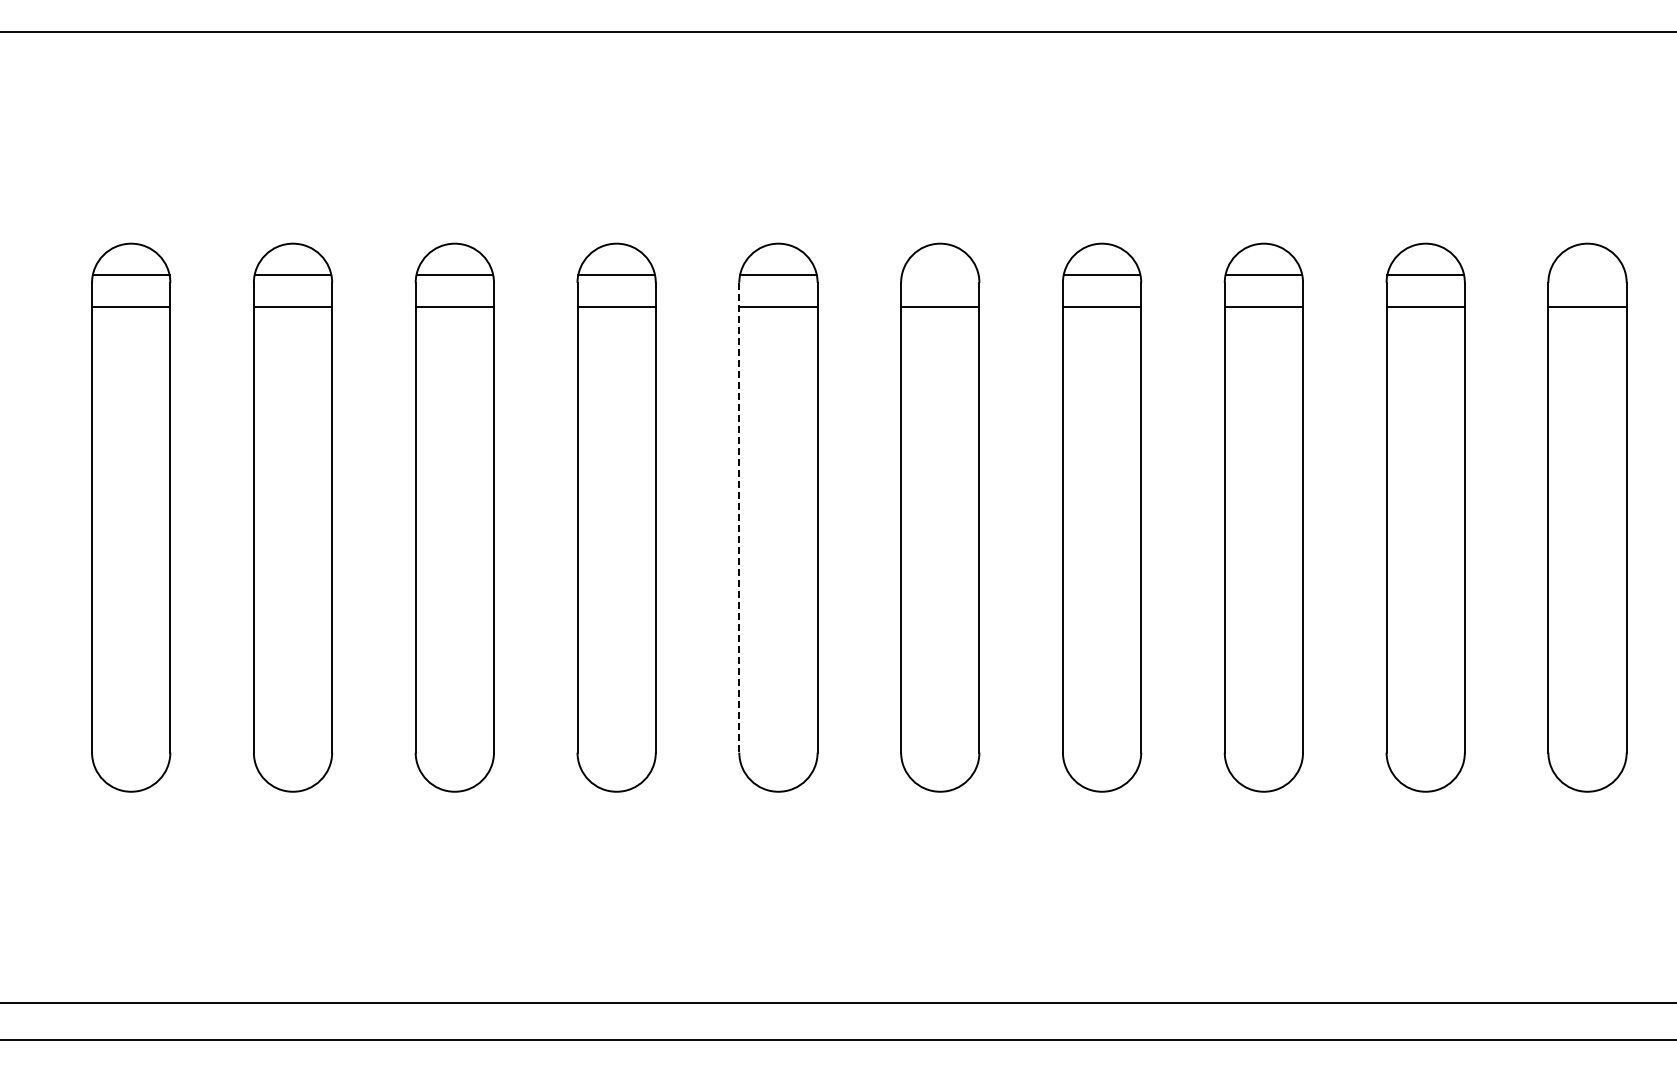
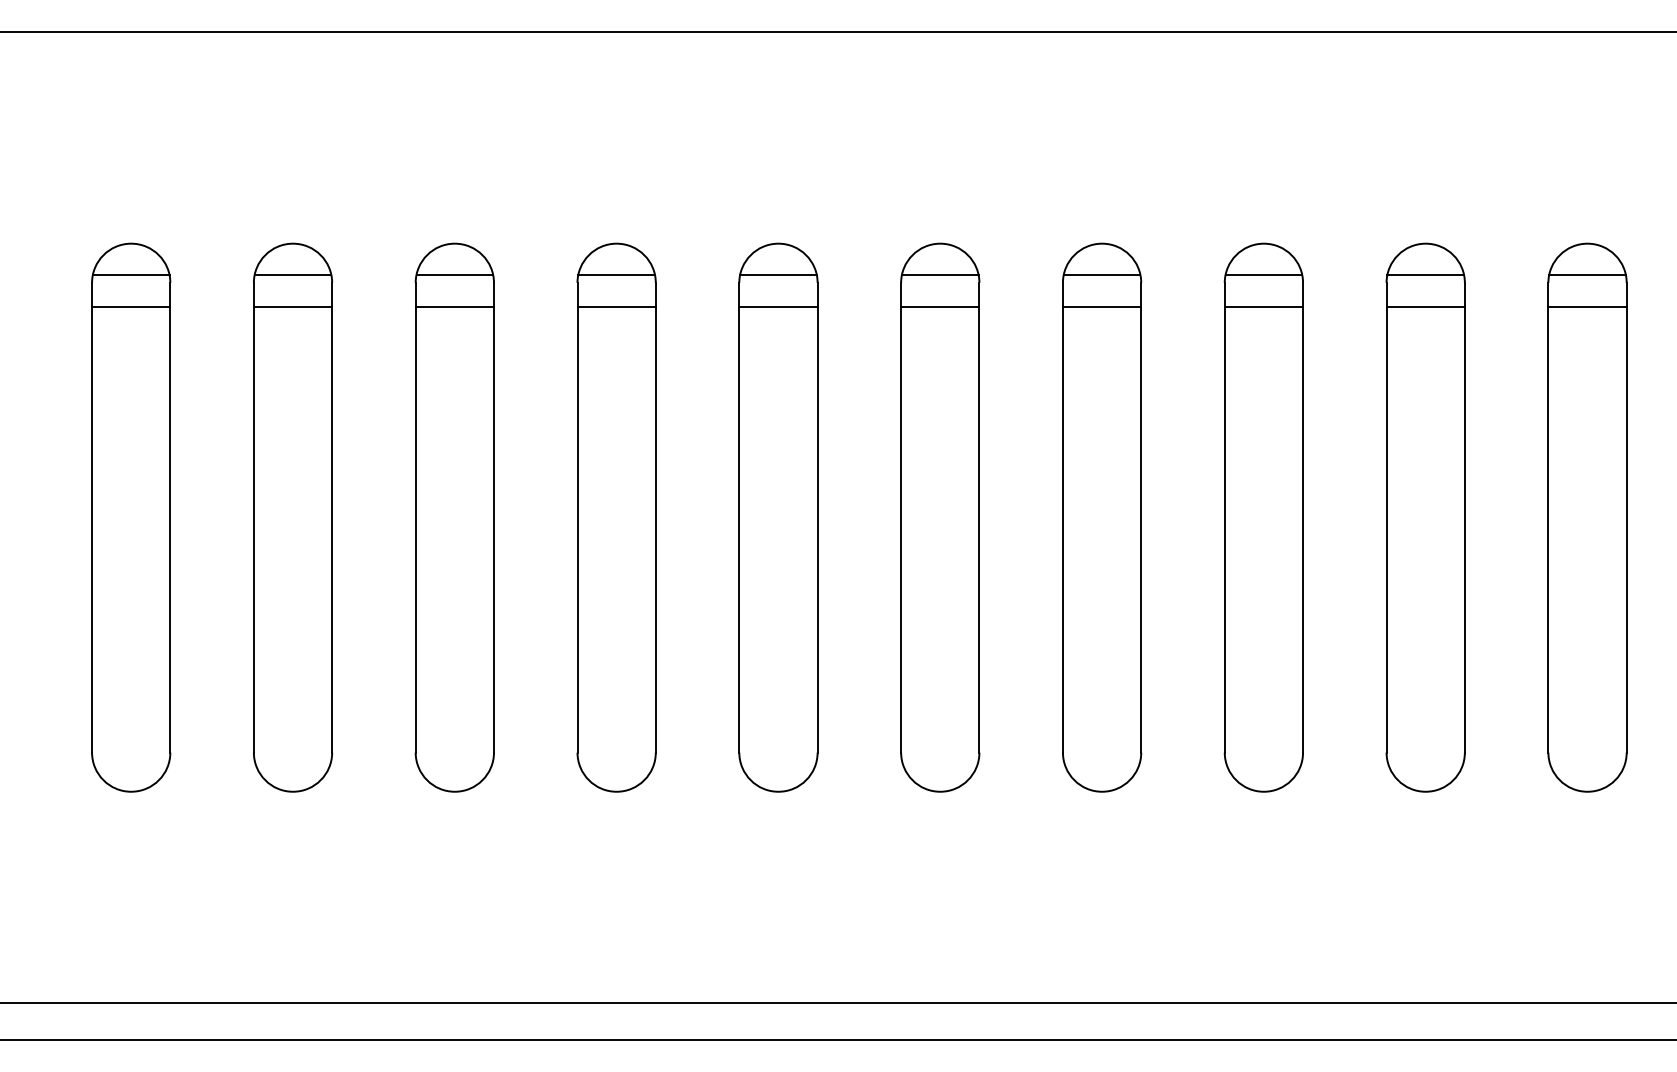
line at (939, 275): none -> present
line at (1587, 275): none -> present
line at (739, 517): dashed -> solid
